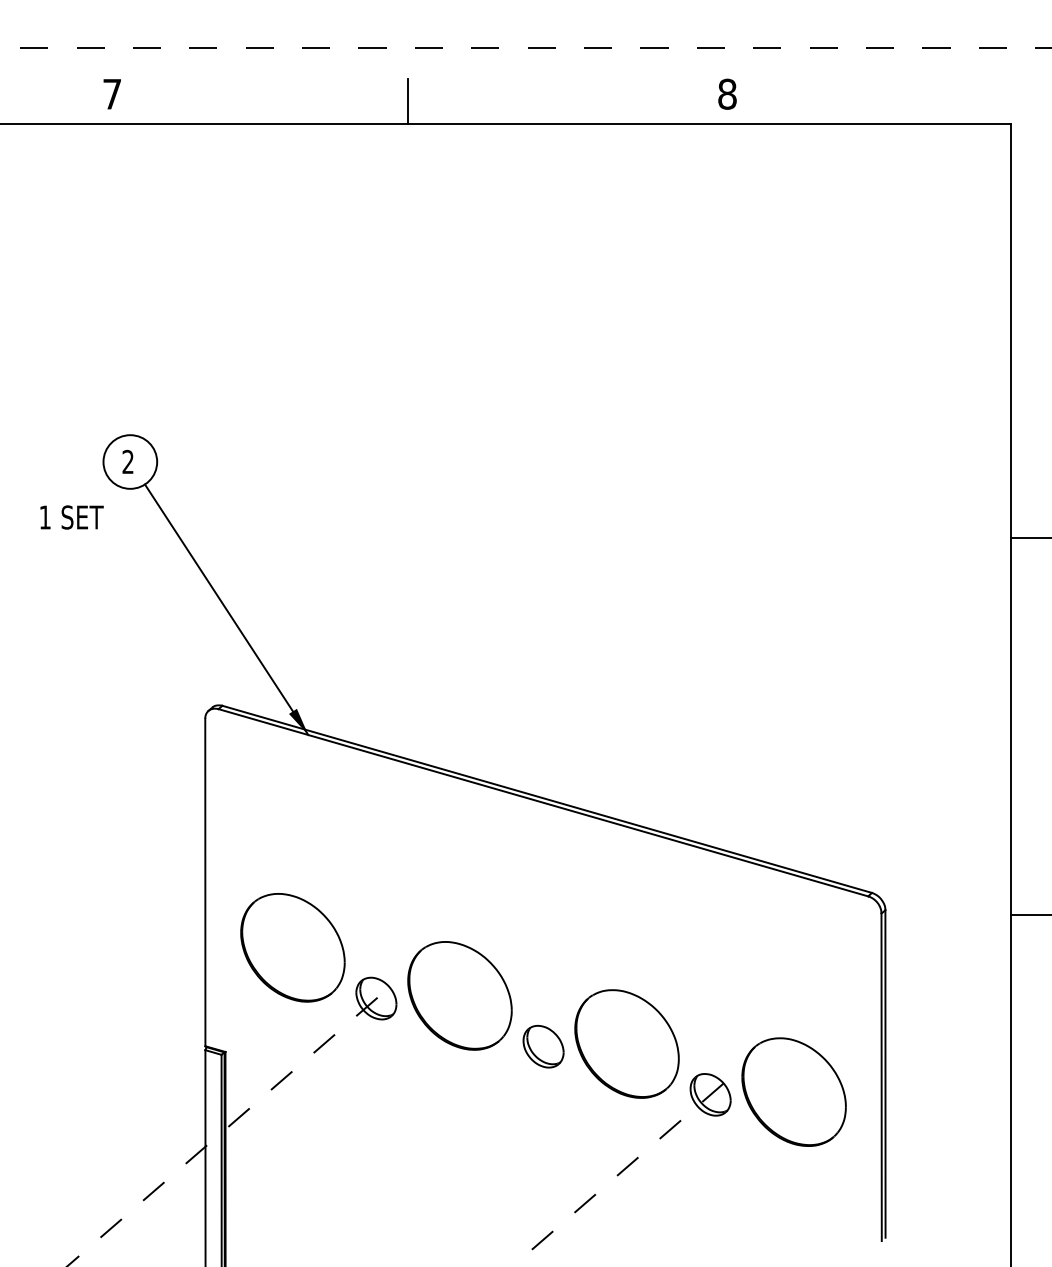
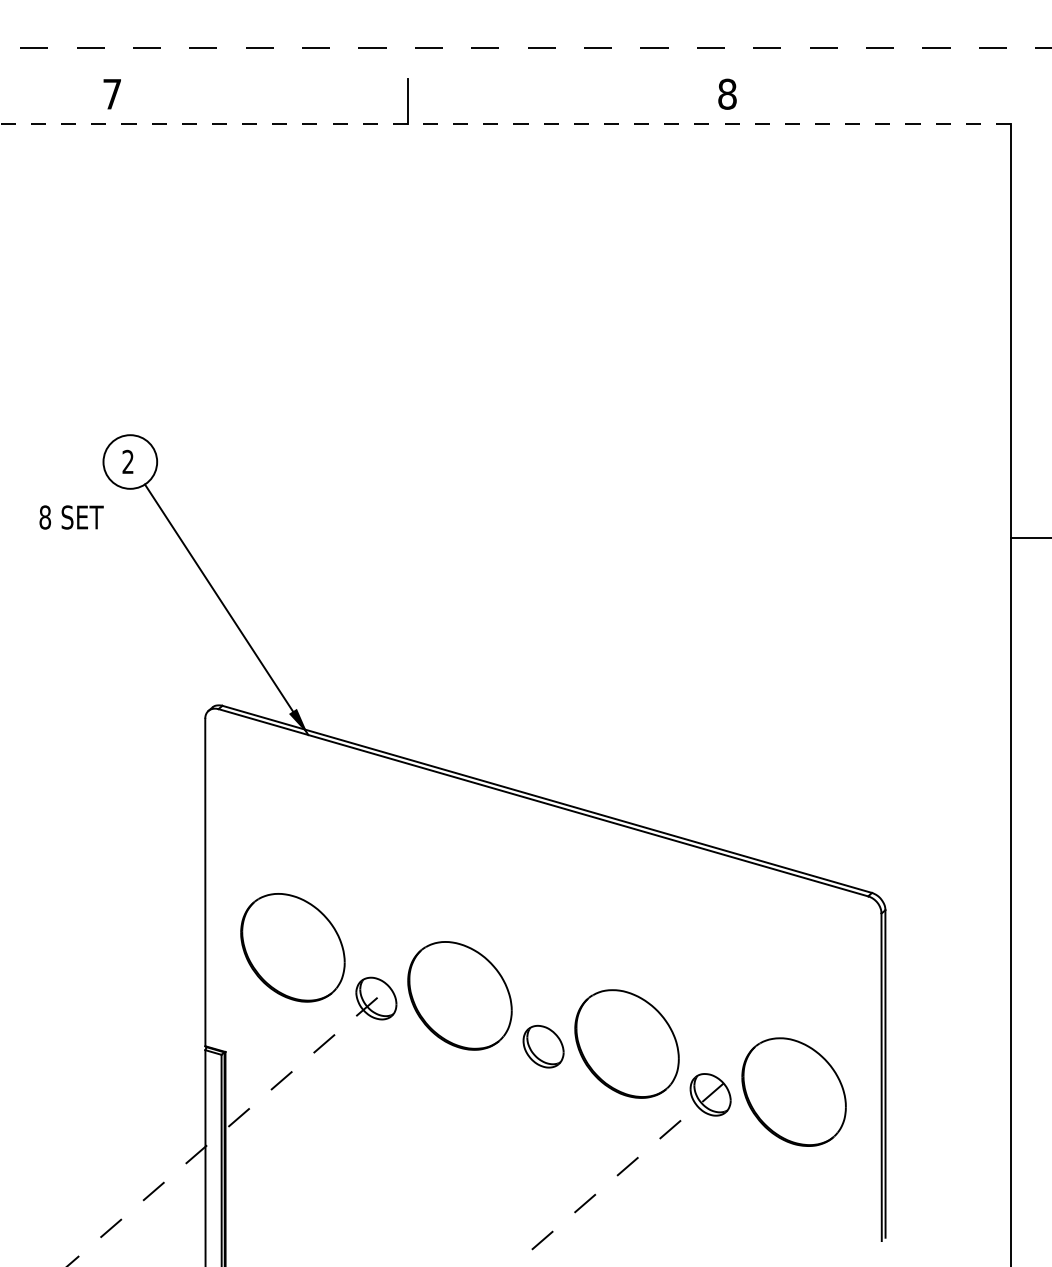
line at (505, 123): solid -> dashed
text at (45, 517): 1 -> 8
line at (1029, 915): present -> none
